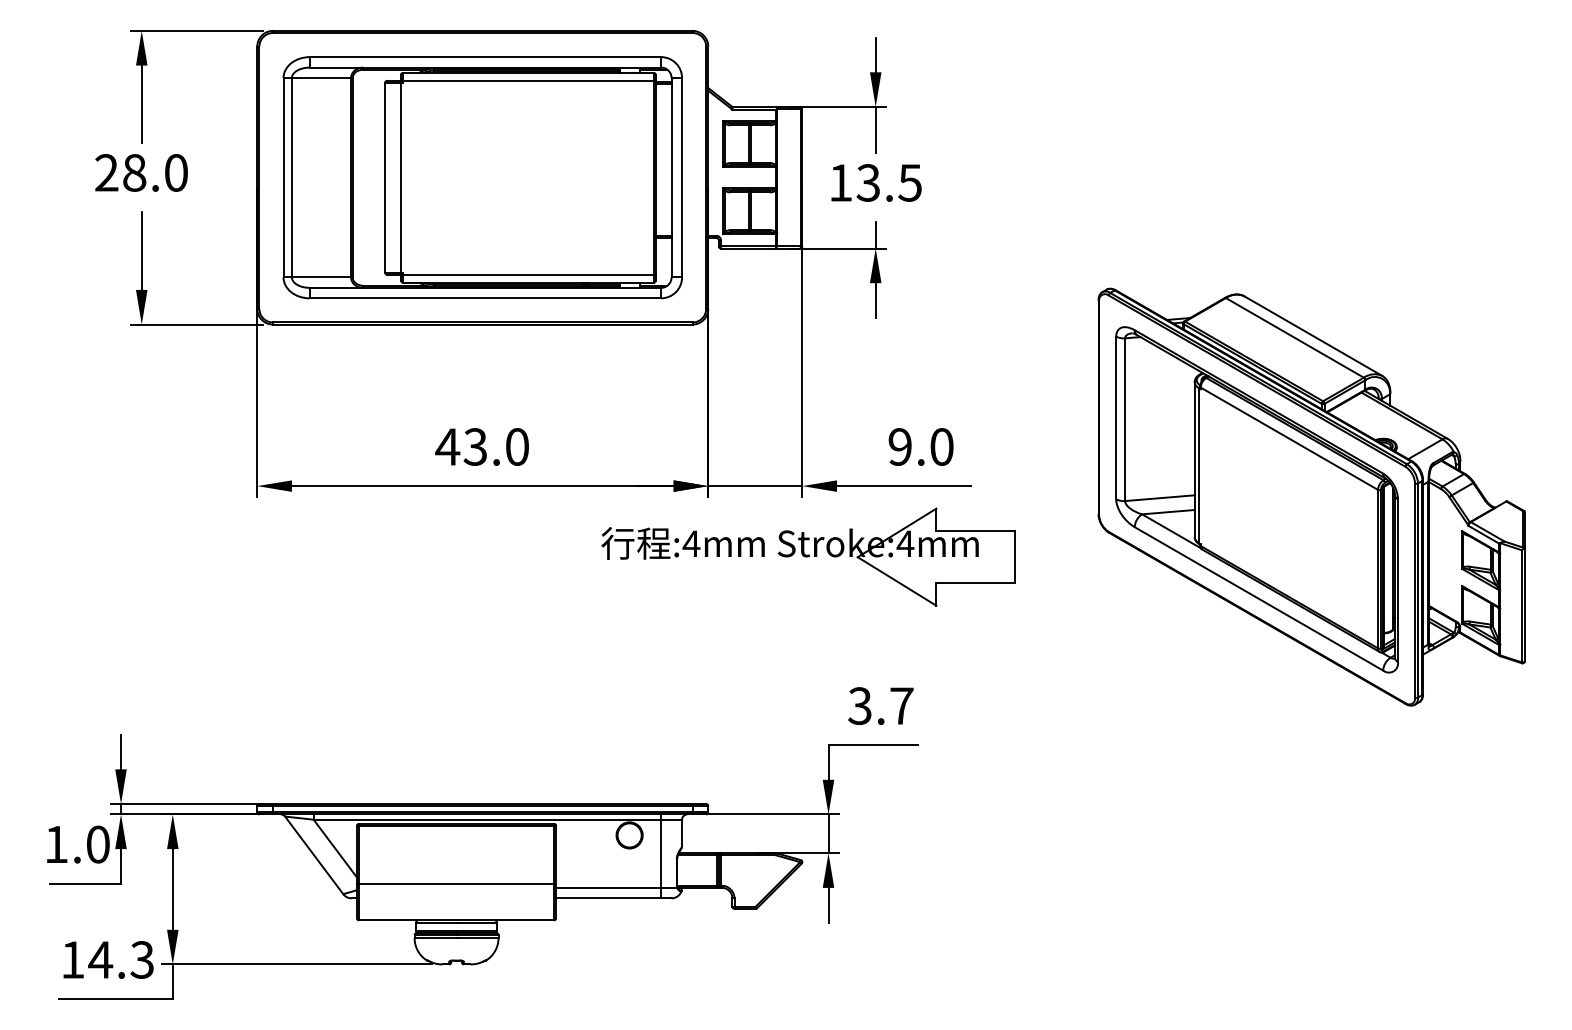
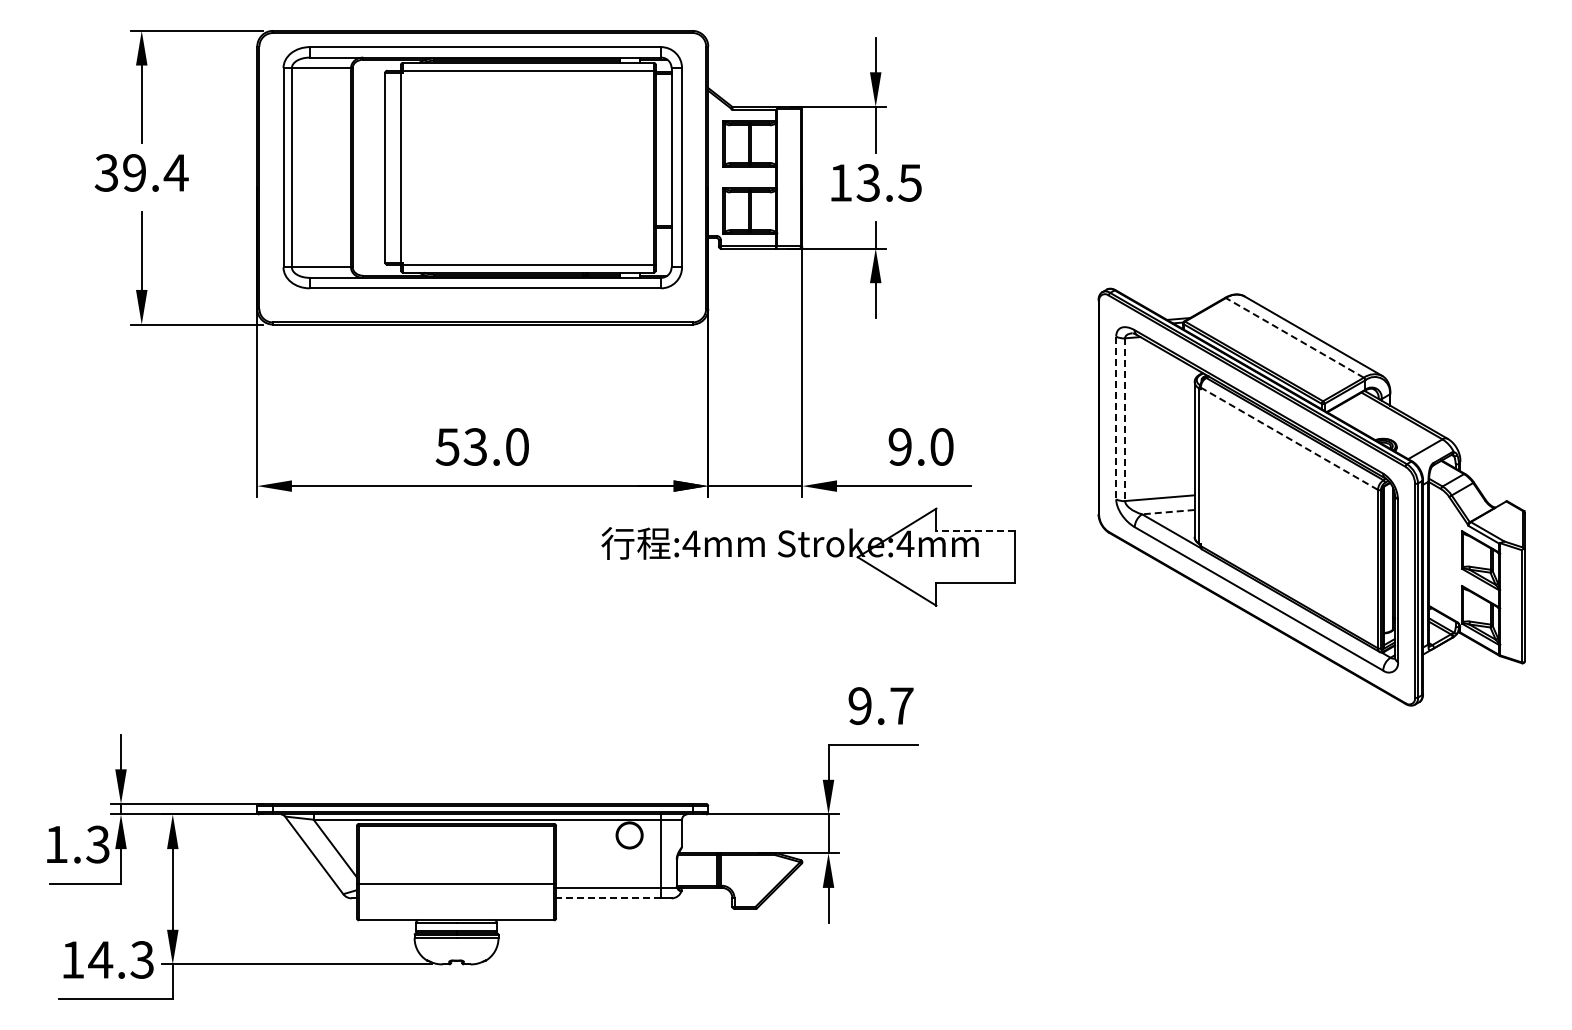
text at (141, 172): 28.0 -> 39.4
part at (482, 177) position: (482, 177) -> (482, 167)
line at (1294, 337): solid -> dashed
line at (1116, 418): solid -> dashed
line at (1125, 420): solid -> dashed
line at (1288, 438): solid -> dashed
text at (447, 446): 43.0 -> 53.0
line at (1167, 512): solid -> dashed
line at (975, 530): solid -> dashed
text at (859, 705): 3.7 -> 9.7
text at (97, 844): 1.0 -> 1.3
line at (608, 898): solid -> dashed
